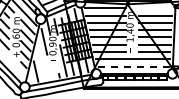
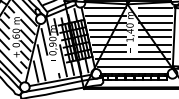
line at (155, 8): none -> present
line at (11, 62): none -> present
line at (41, 62): none -> present
line at (133, 66): dashed -> solid
